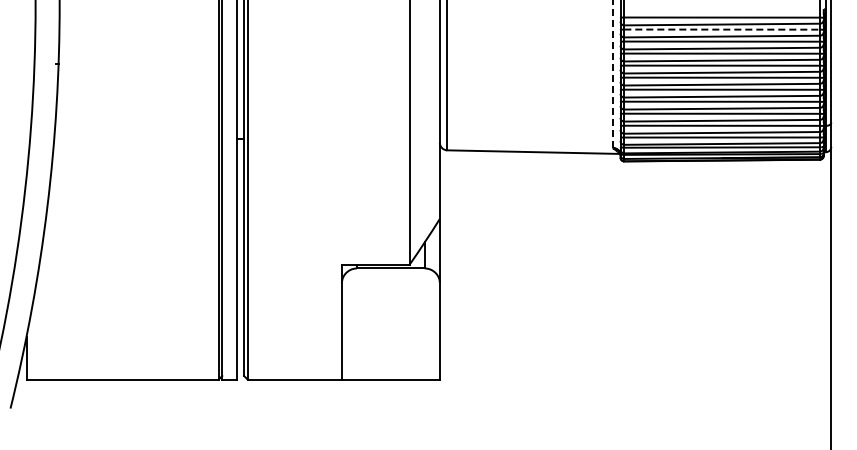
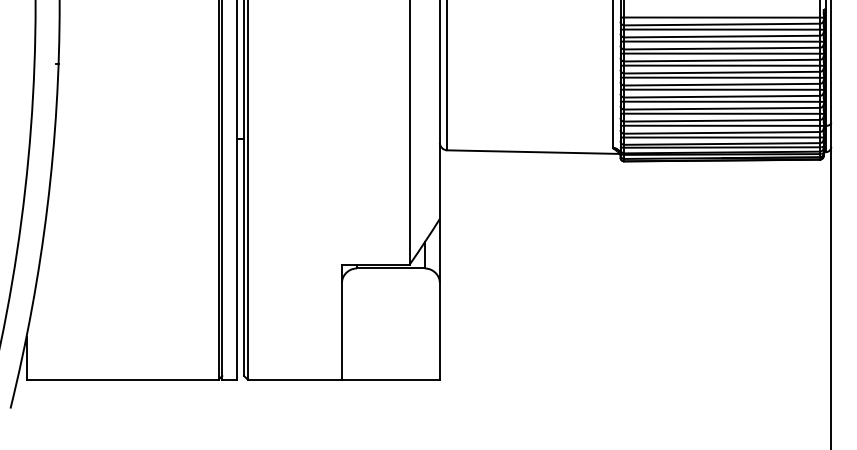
line at (722, 29): dashed -> solid
line at (613, 74): dashed -> solid
